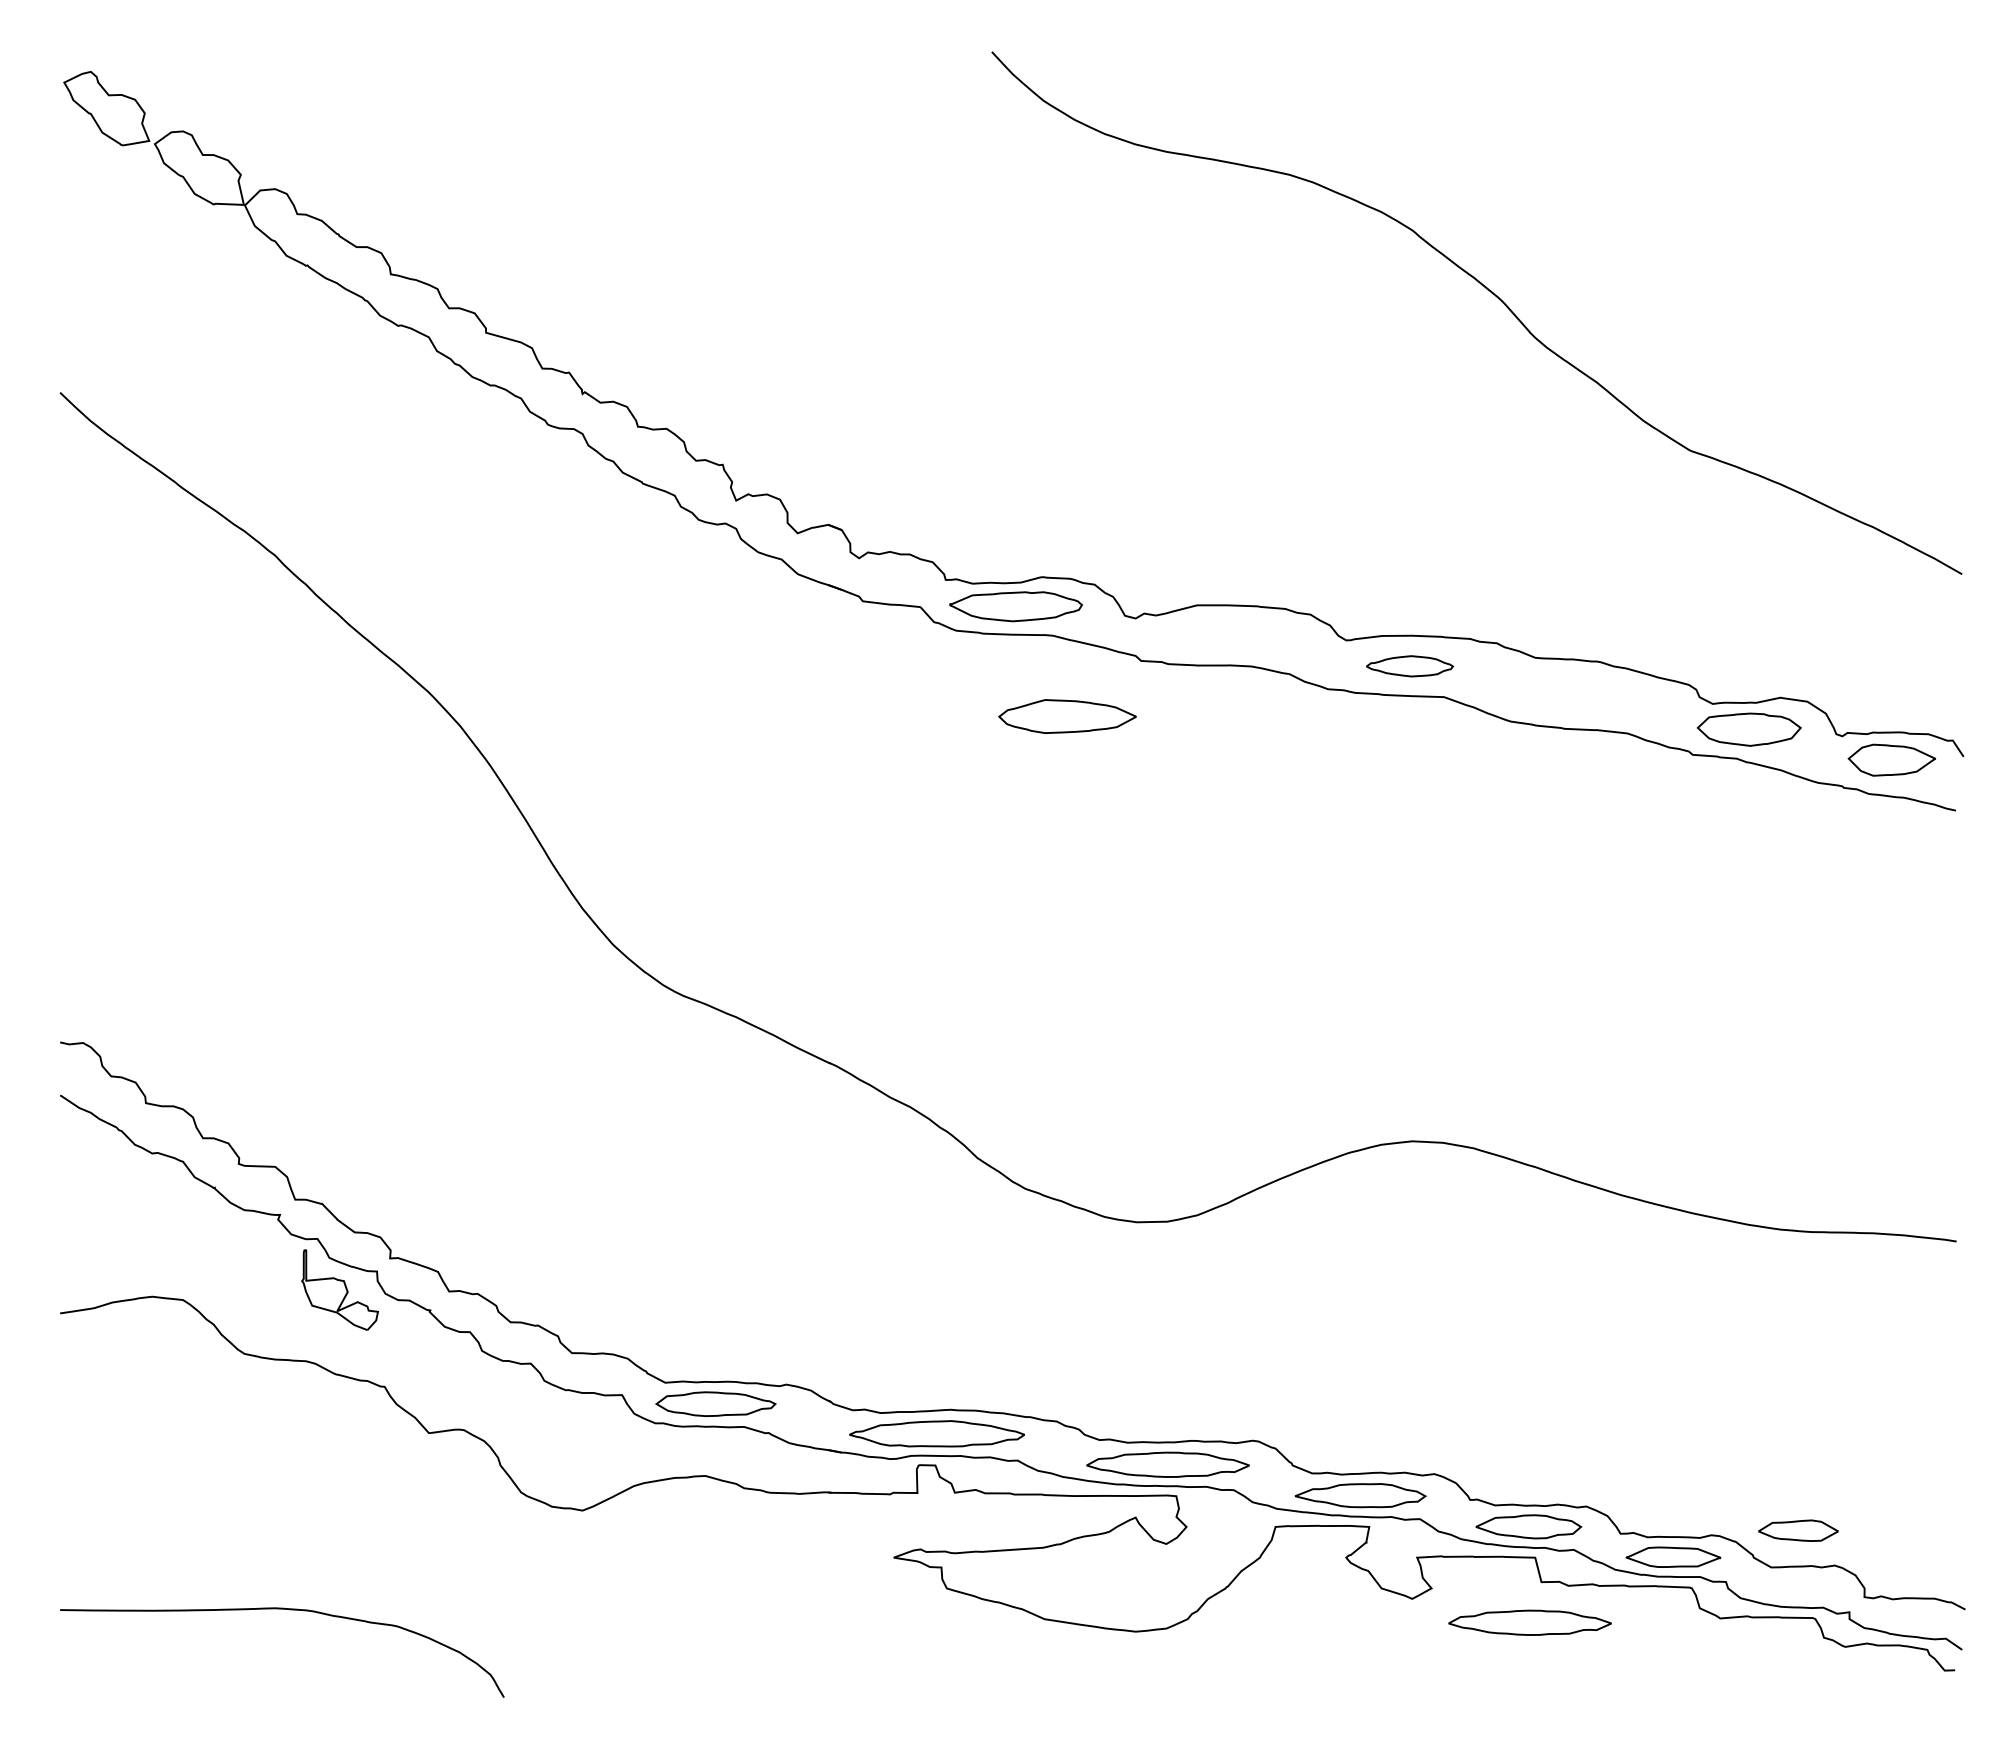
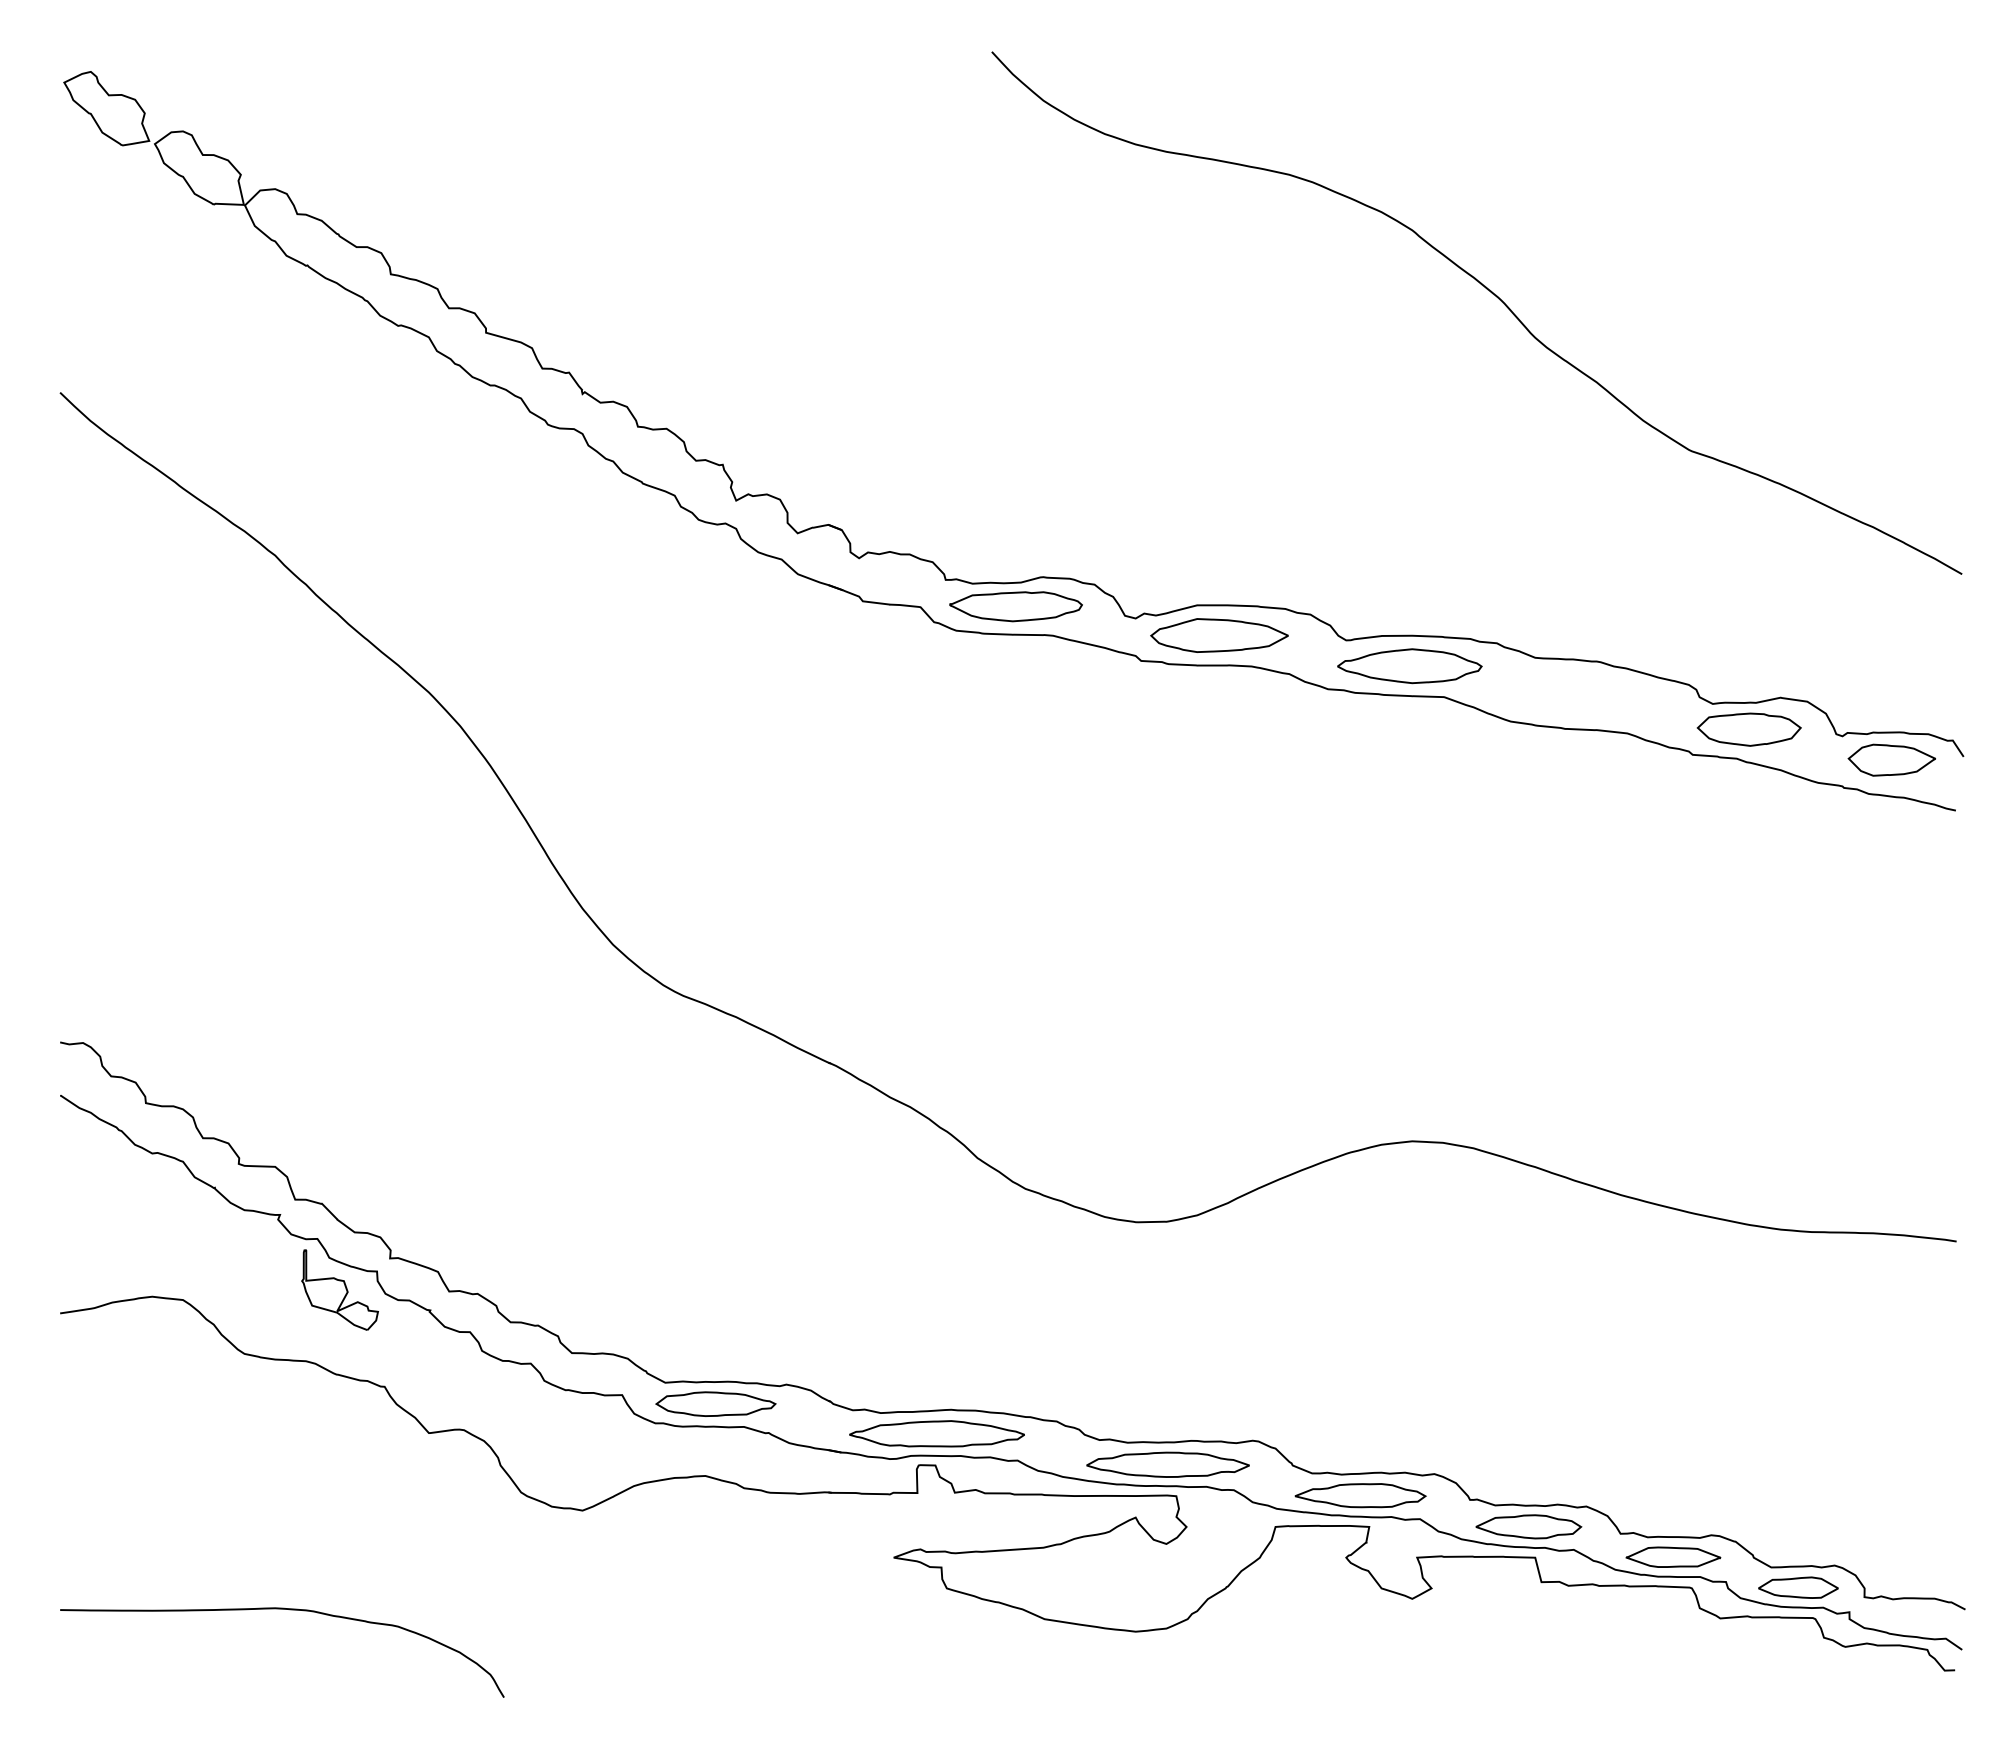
part at (1410, 666) size: 89x23 px -> 146x37 px
part at (1067, 716) position: (1067, 716) -> (1219, 635)
part at (1798, 1530) position: (1798, 1530) -> (1798, 1587)
part at (1529, 1622): present -> none
